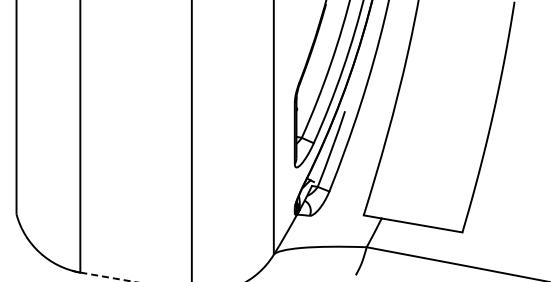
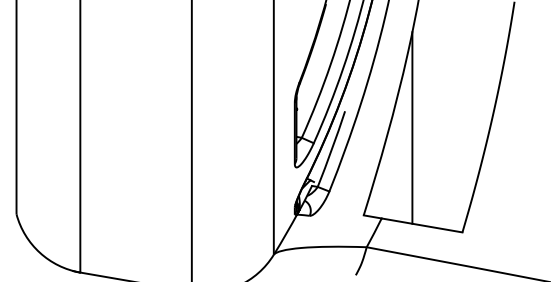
line at (412, 127): none -> present
line at (107, 277): dashed -> solid
